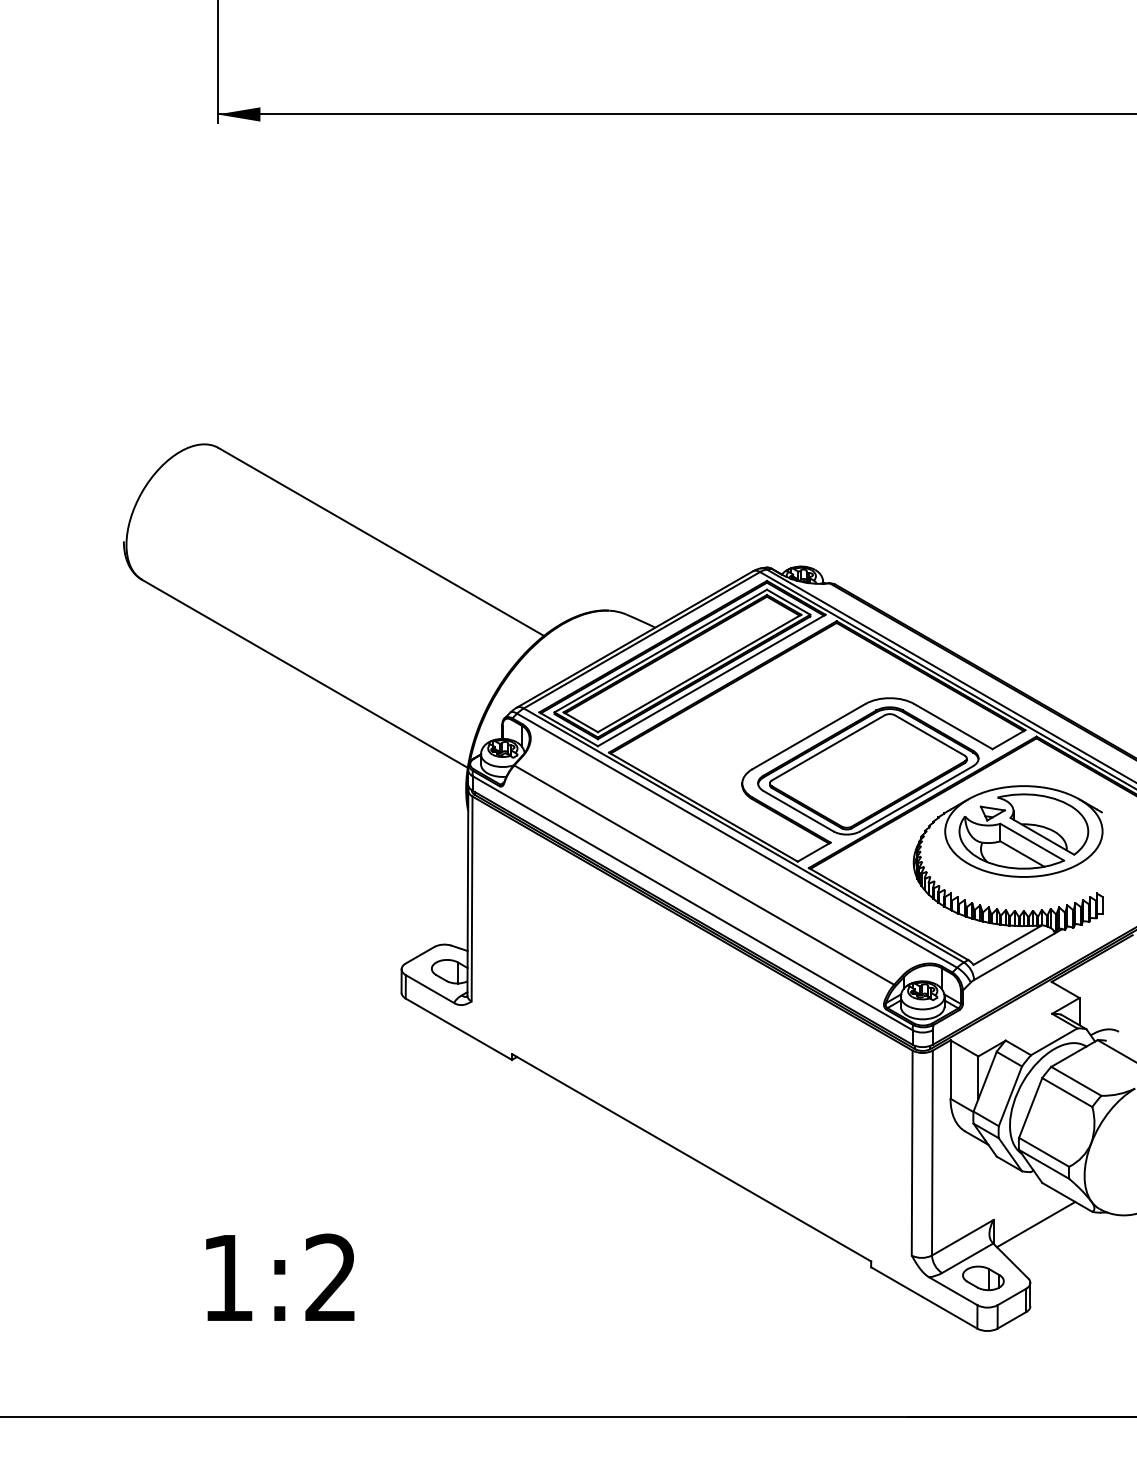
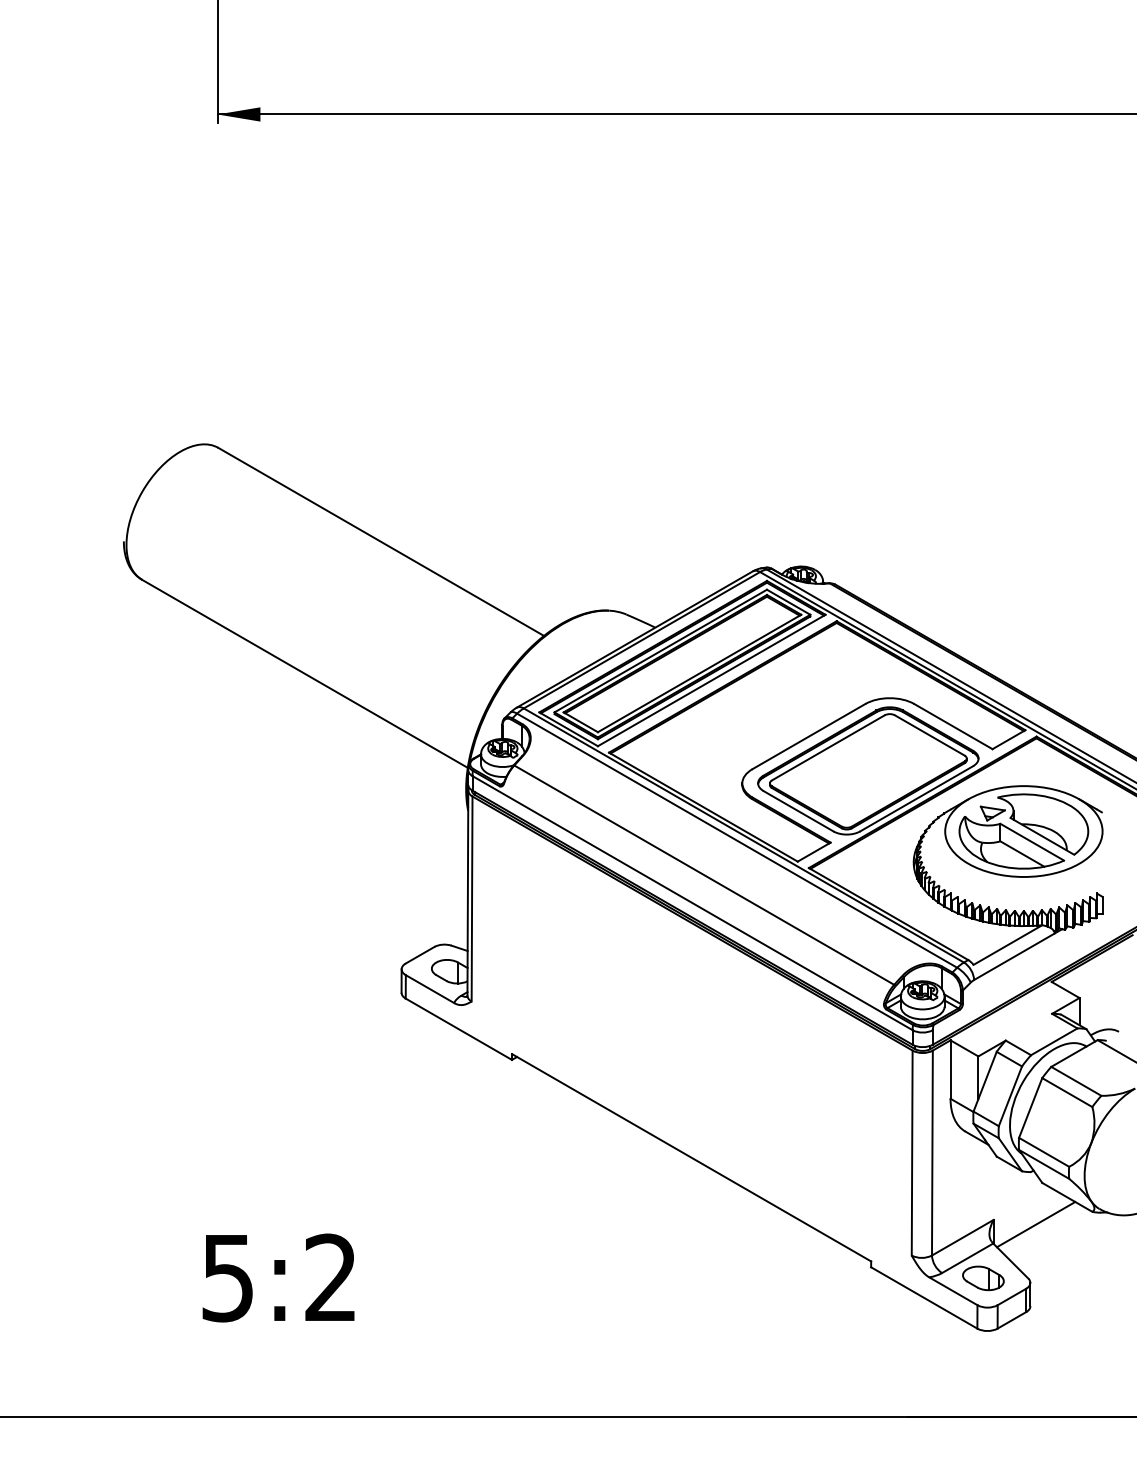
text at (227, 1278): 1:2 -> 5:2
